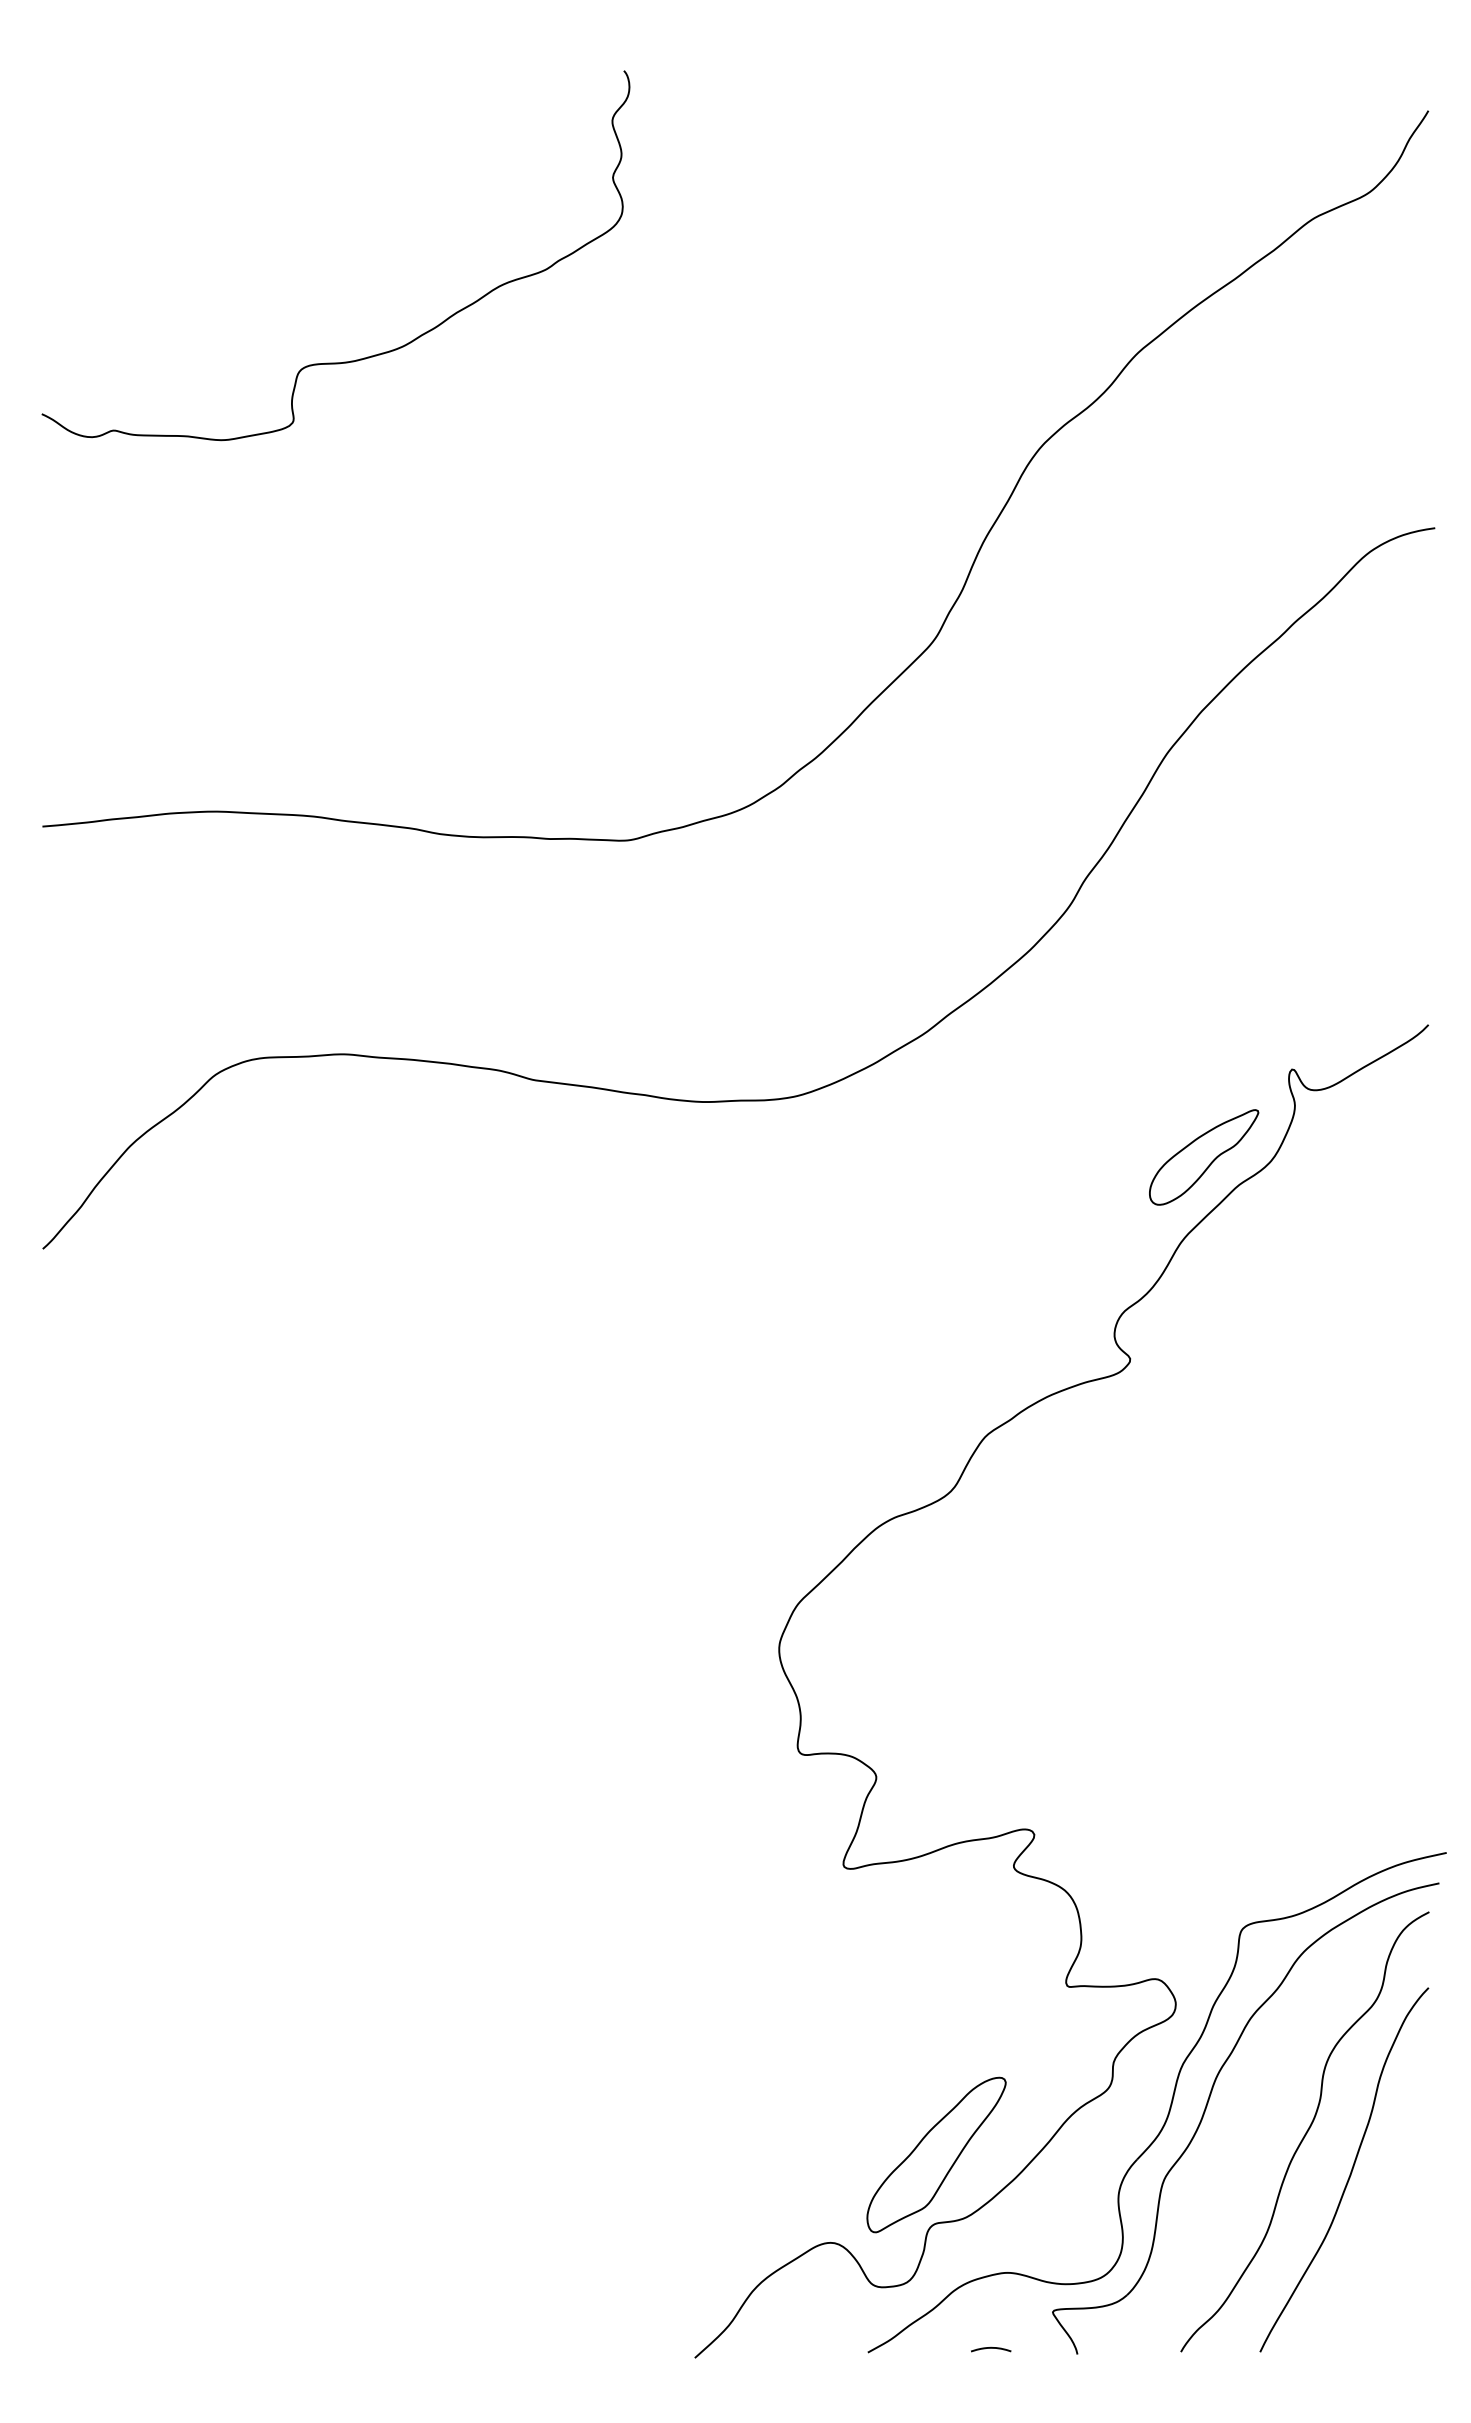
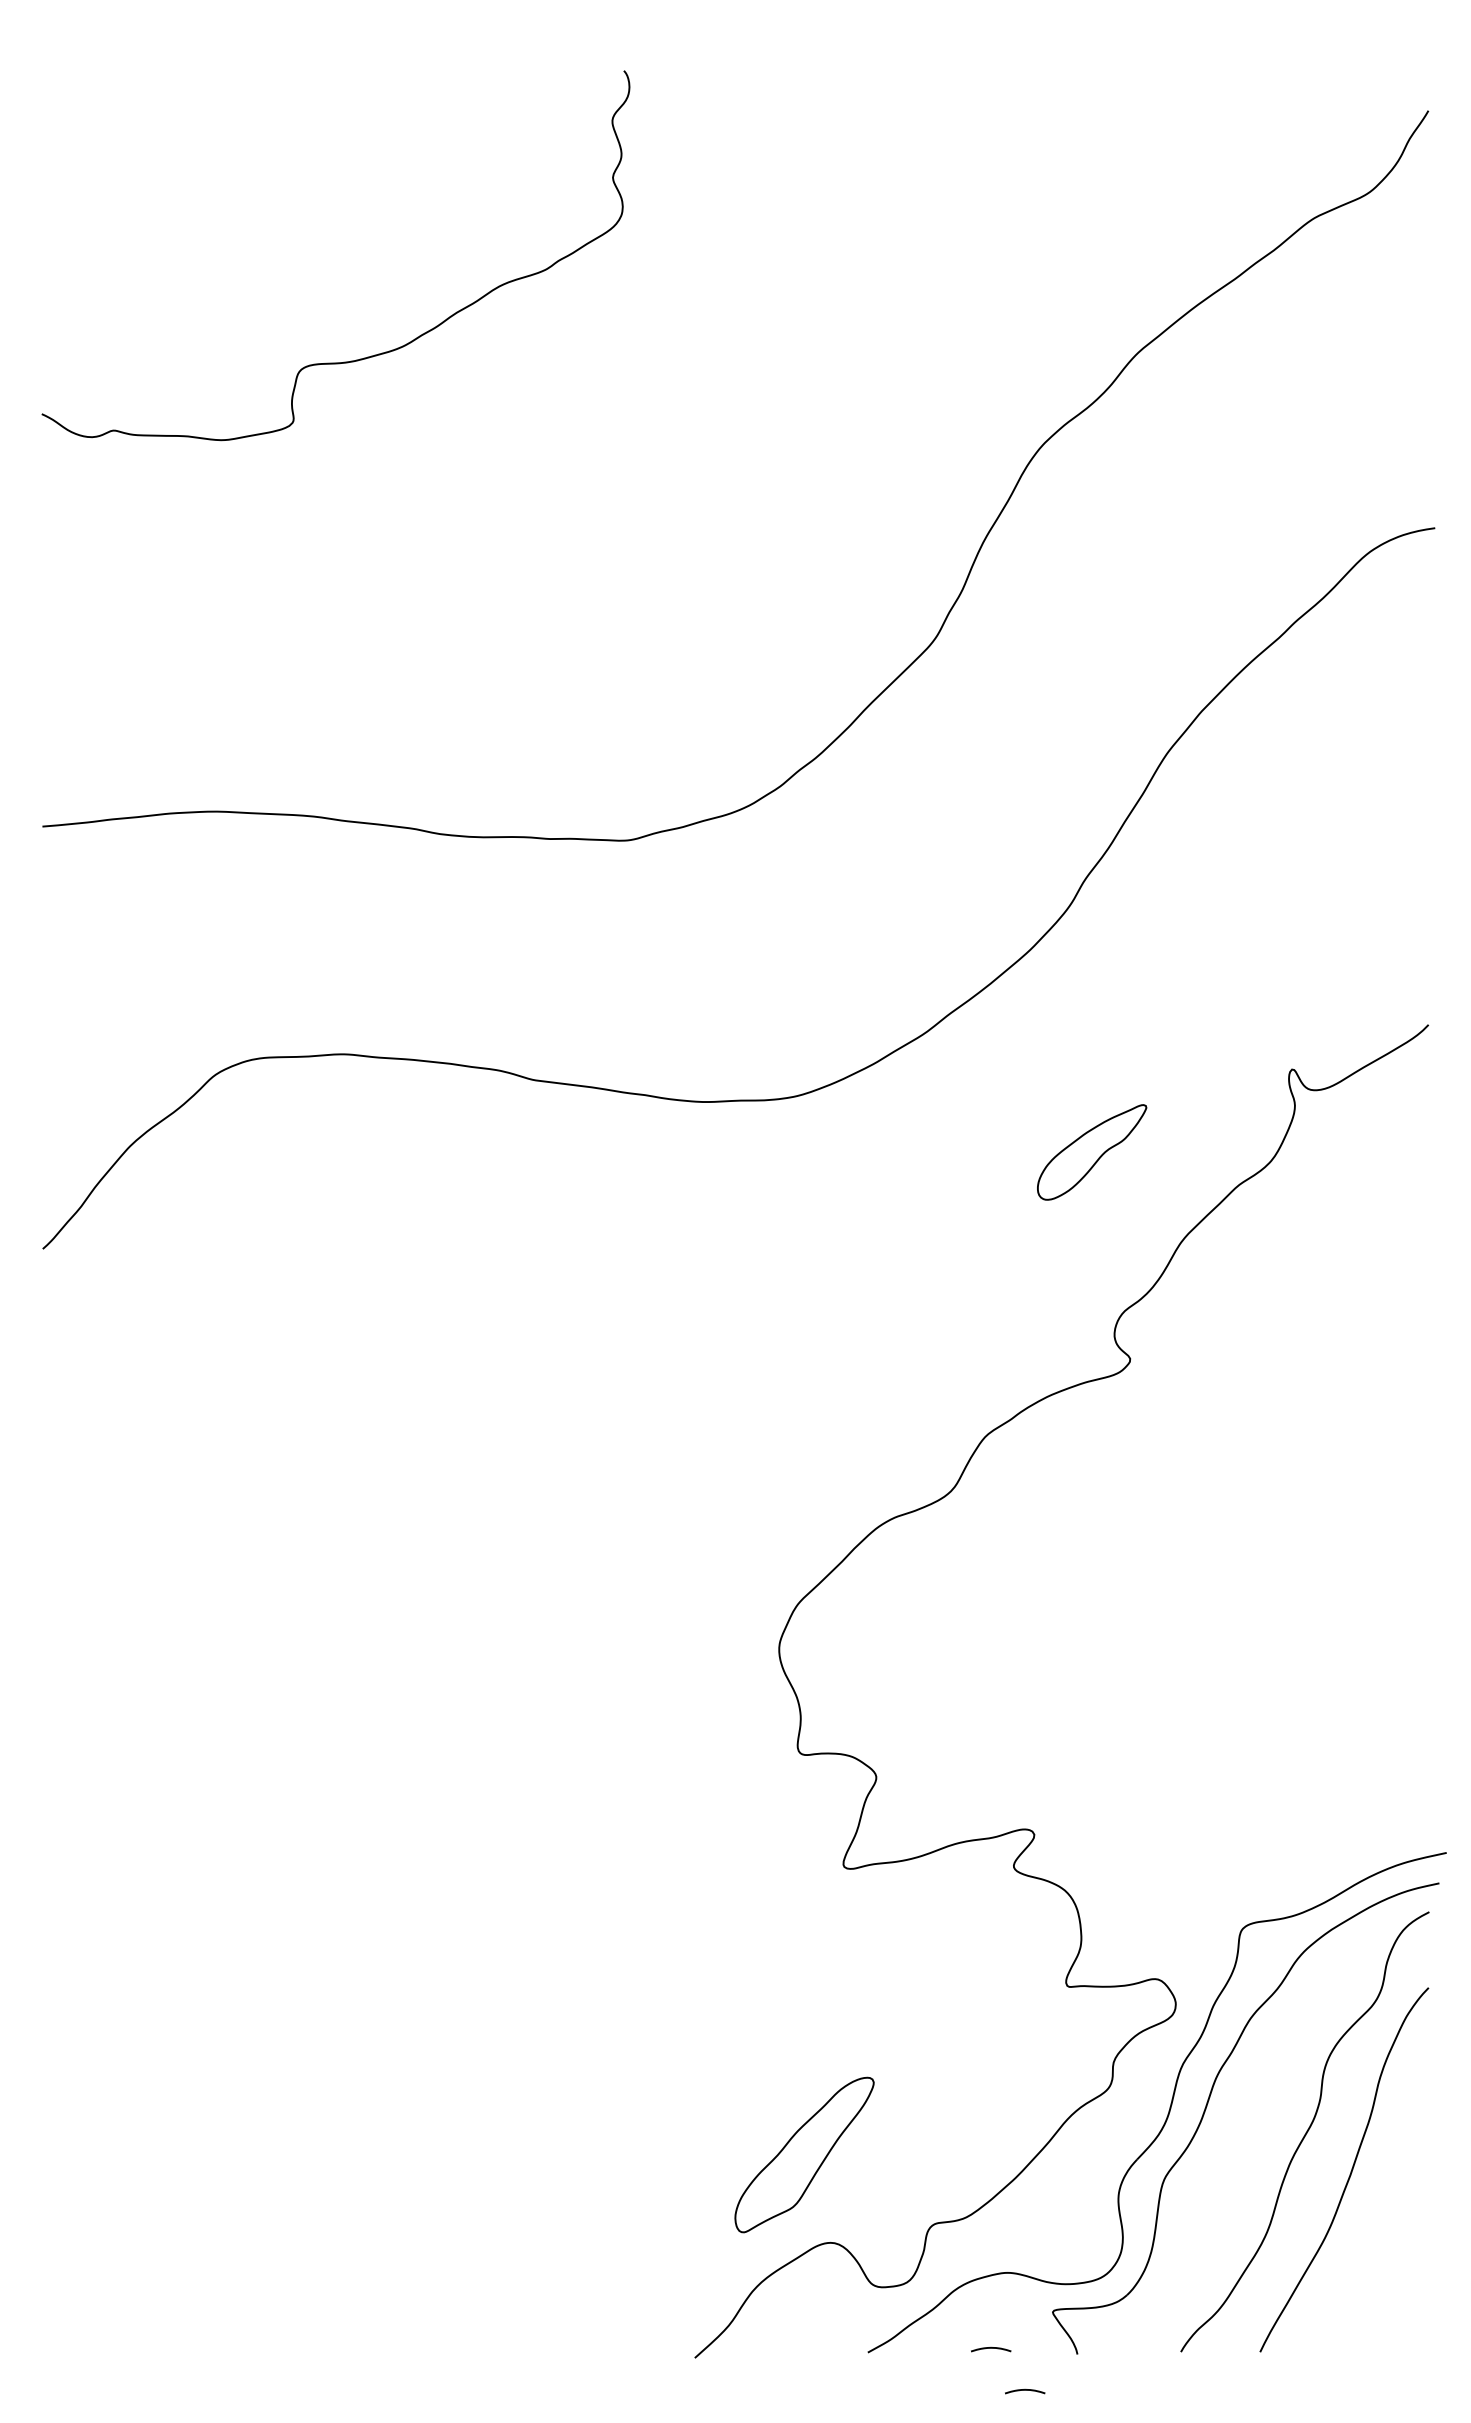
part at (1204, 1157) position: (1204, 1157) -> (1092, 1152)
part at (936, 2154) position: (936, 2154) -> (804, 2154)
curve at (1025, 2390): none -> present
